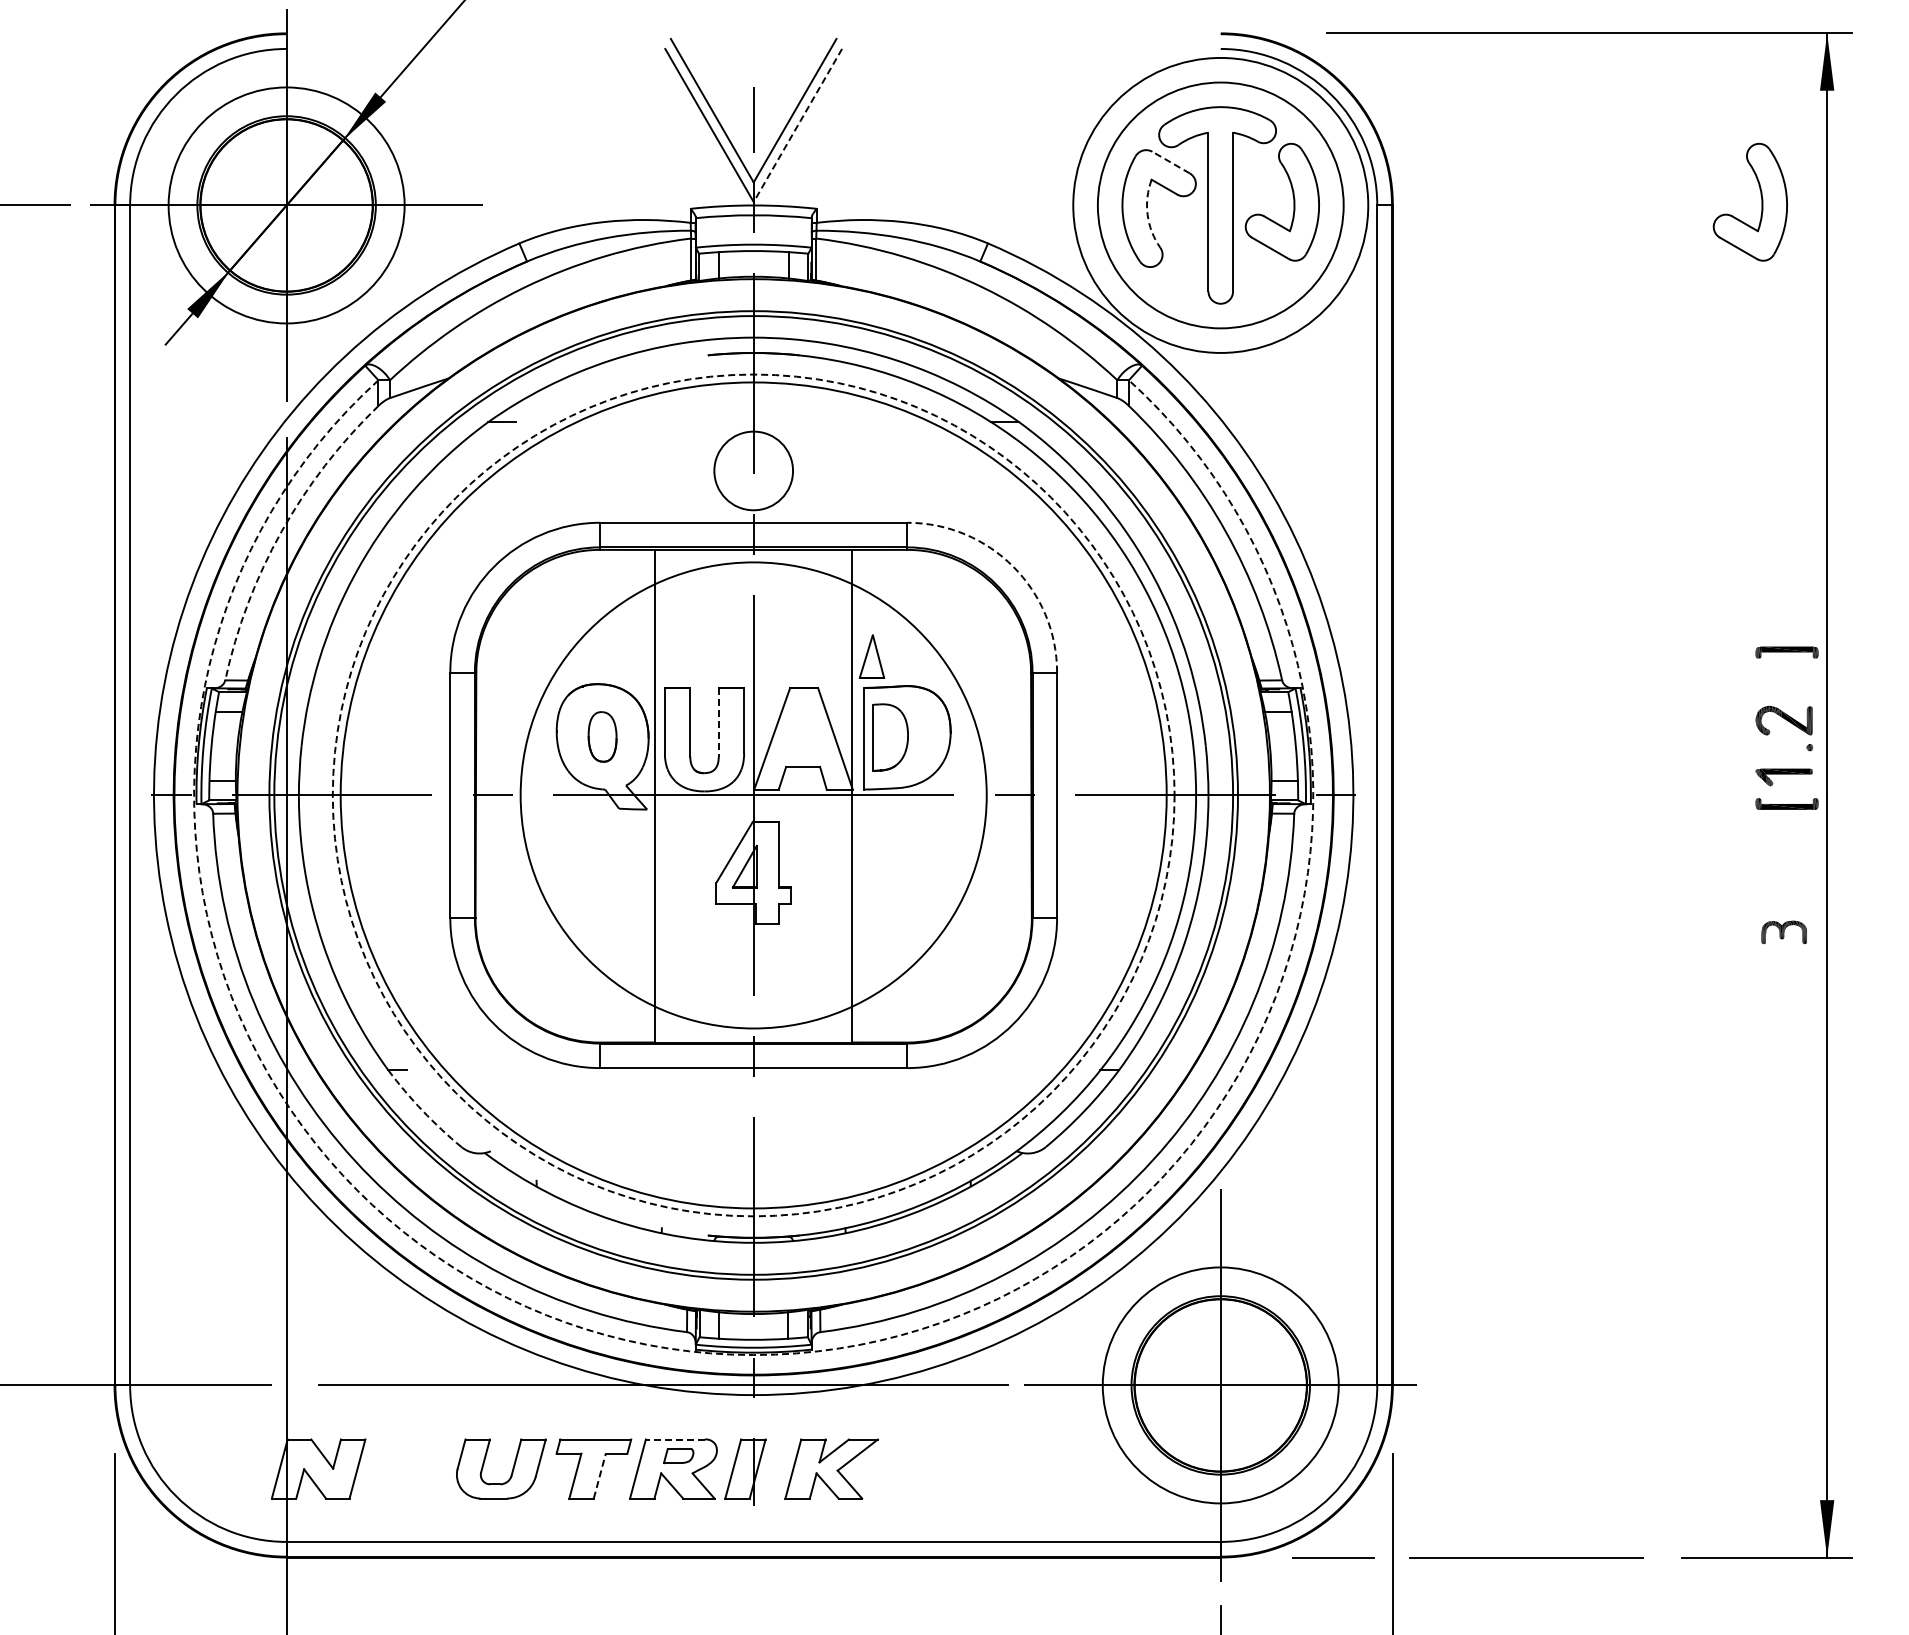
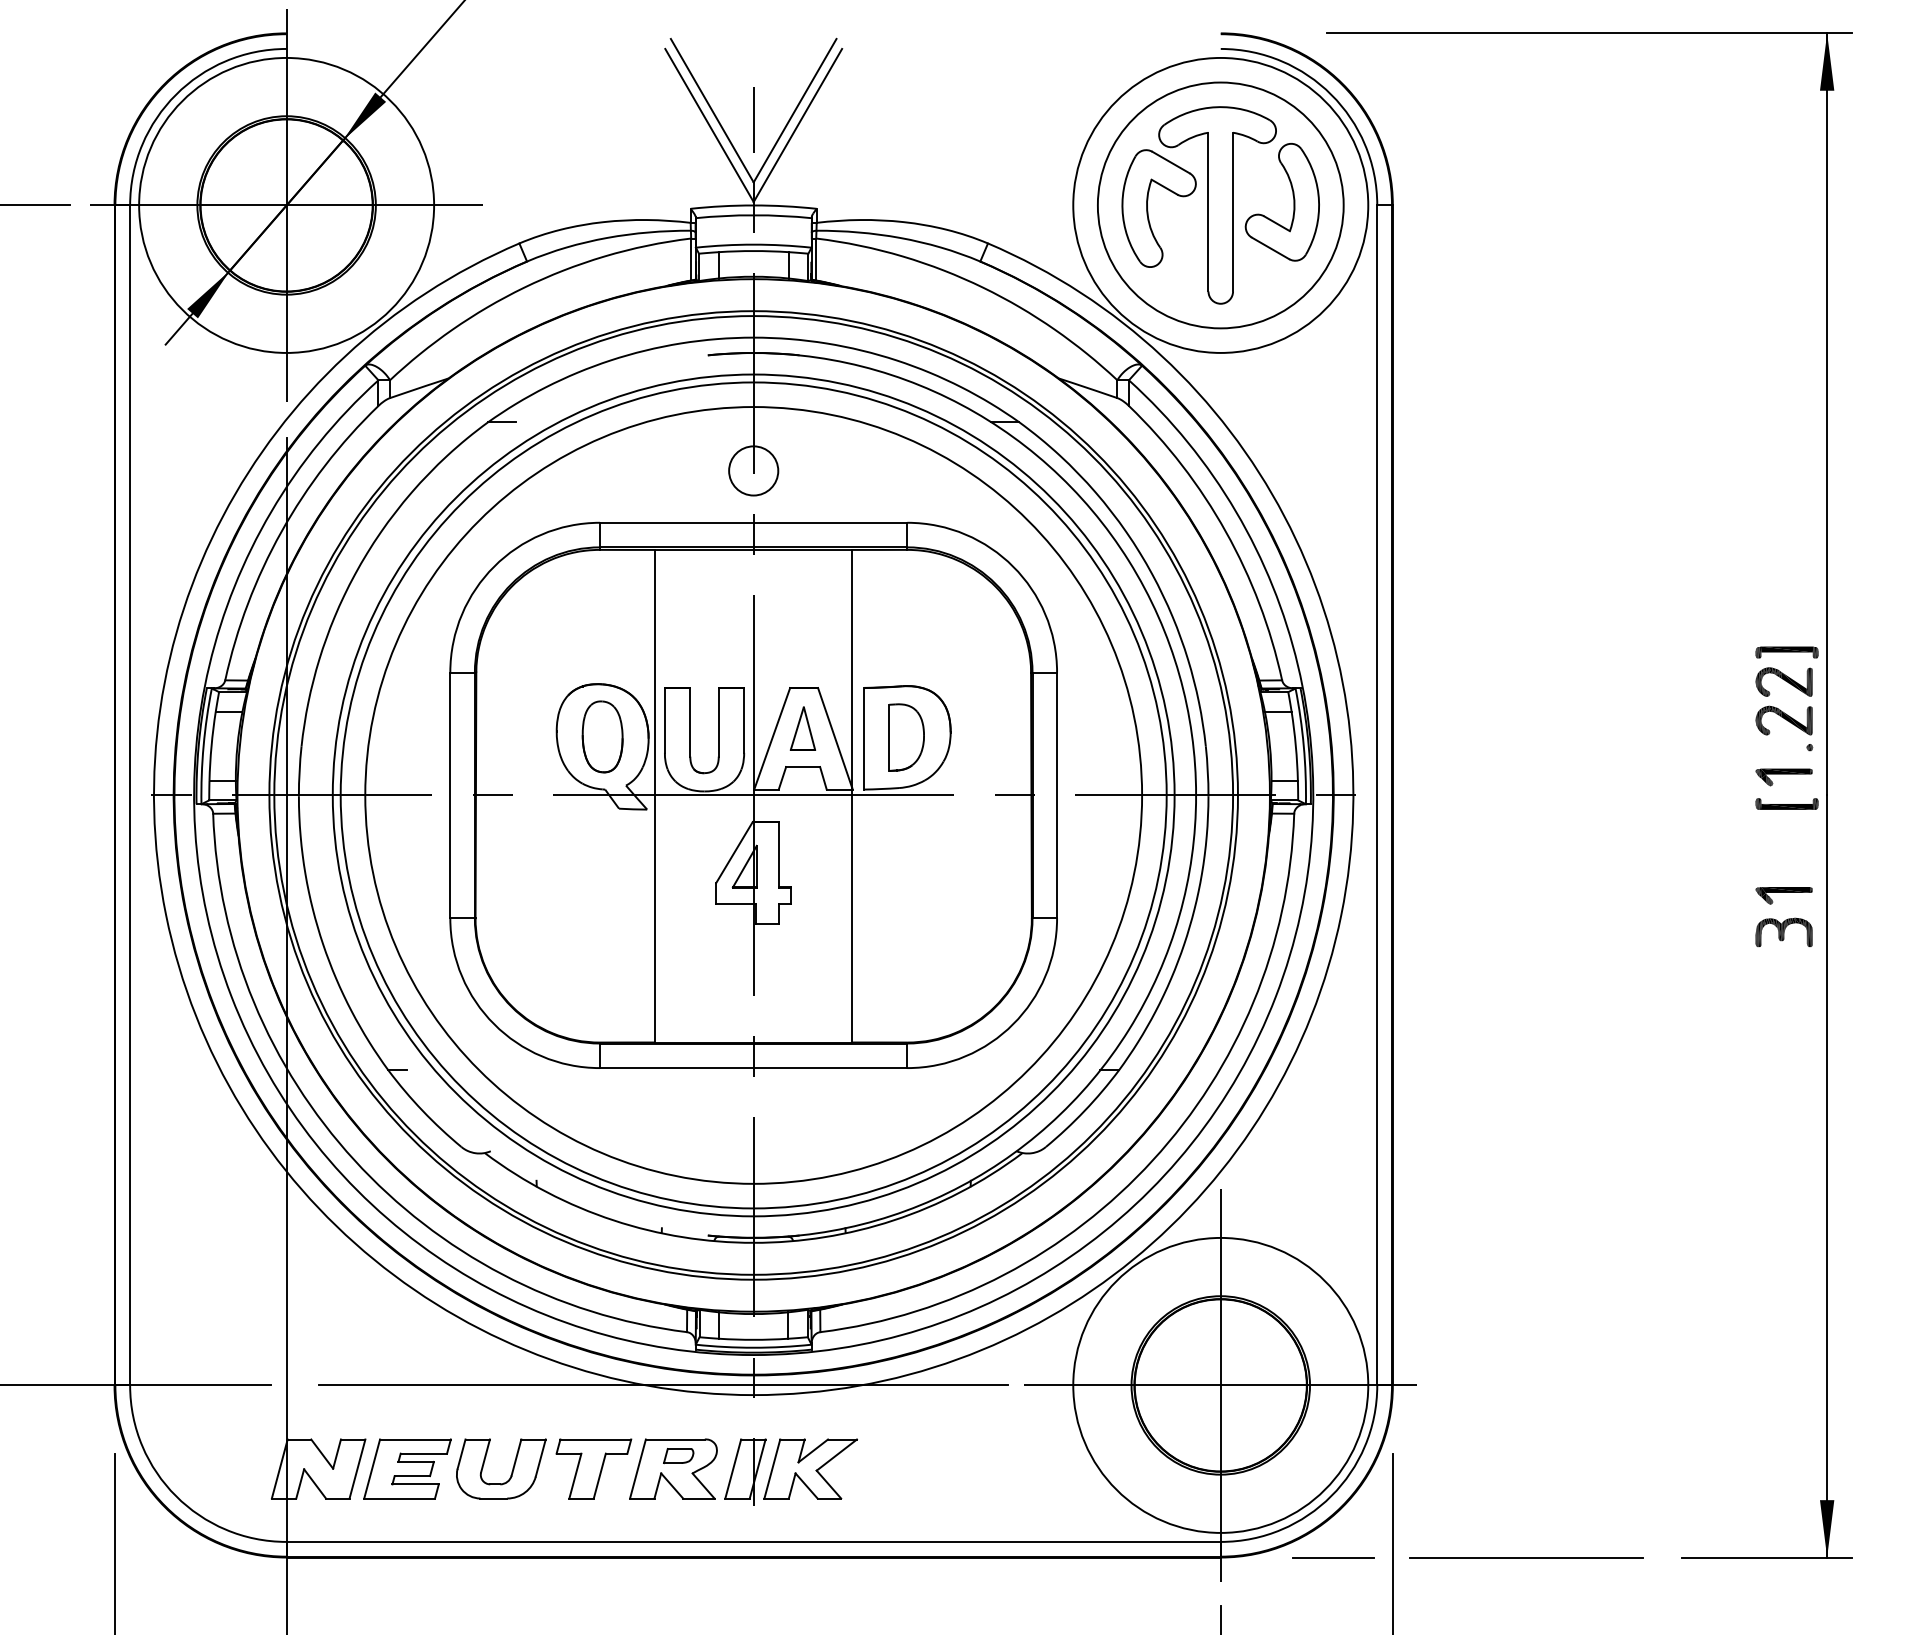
line at (797, 125): dashed -> solid
line at (1171, 162): dashed -> solid
part at (1761, 202): present -> none
circle at (286, 205) diameter: 236 px -> 295 px
arc at (1147, 214): dashed -> solid
circle at (753, 470) diameter: 79 px -> 49 px
arc at (281, 531): dashed -> solid
arc at (1013, 566): dashed -> solid
part at (871, 656) position: (871, 656) -> (802, 728)
part at (1783, 681): none -> present
line at (718, 722): dashed -> solid
part at (602, 736) size: 31x52 px -> 43x74 px
part at (890, 737) position: (890, 737) -> (906, 737)
circle at (753, 795) diameter: 466 px -> 777 px
circle at (753, 795): dashed -> solid
part at (1783, 895): none -> present
part at (1783, 931) size: 46x24 px -> 58x30 px
arc at (422, 1110): dashed -> solid
arc at (753, 1355): dashed -> solid
circle at (1220, 1385) diameter: 236 px -> 295 px
line at (674, 1439): dashed -> solid
part at (407, 1468): none -> present
part at (831, 1468) position: (831, 1468) -> (810, 1468)
line at (599, 1475): dashed -> solid
